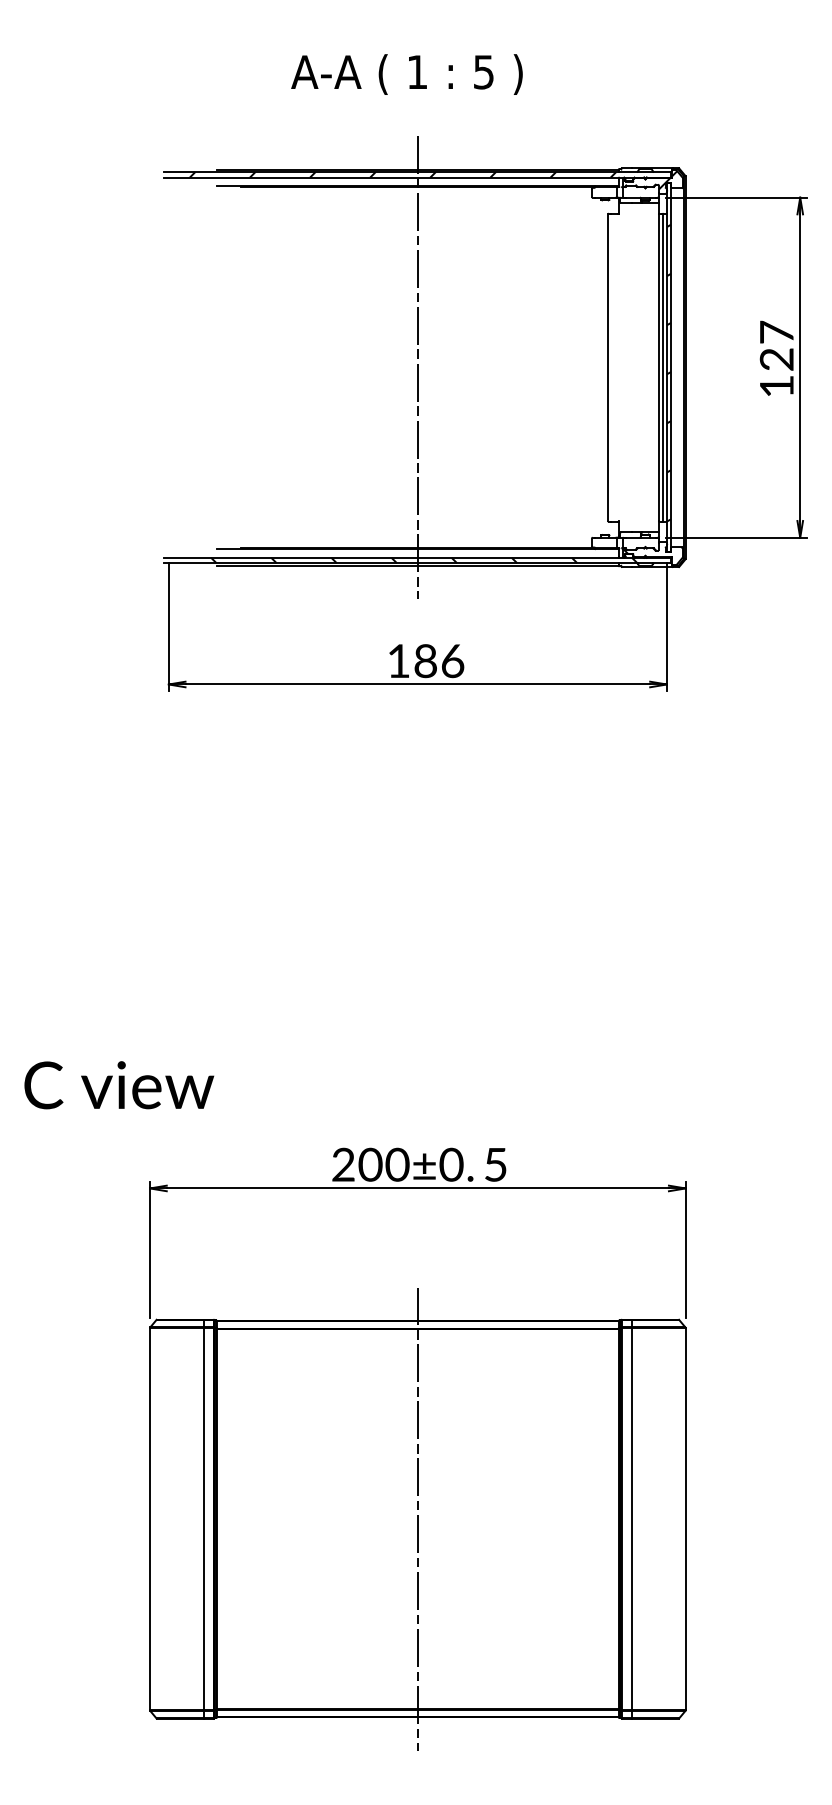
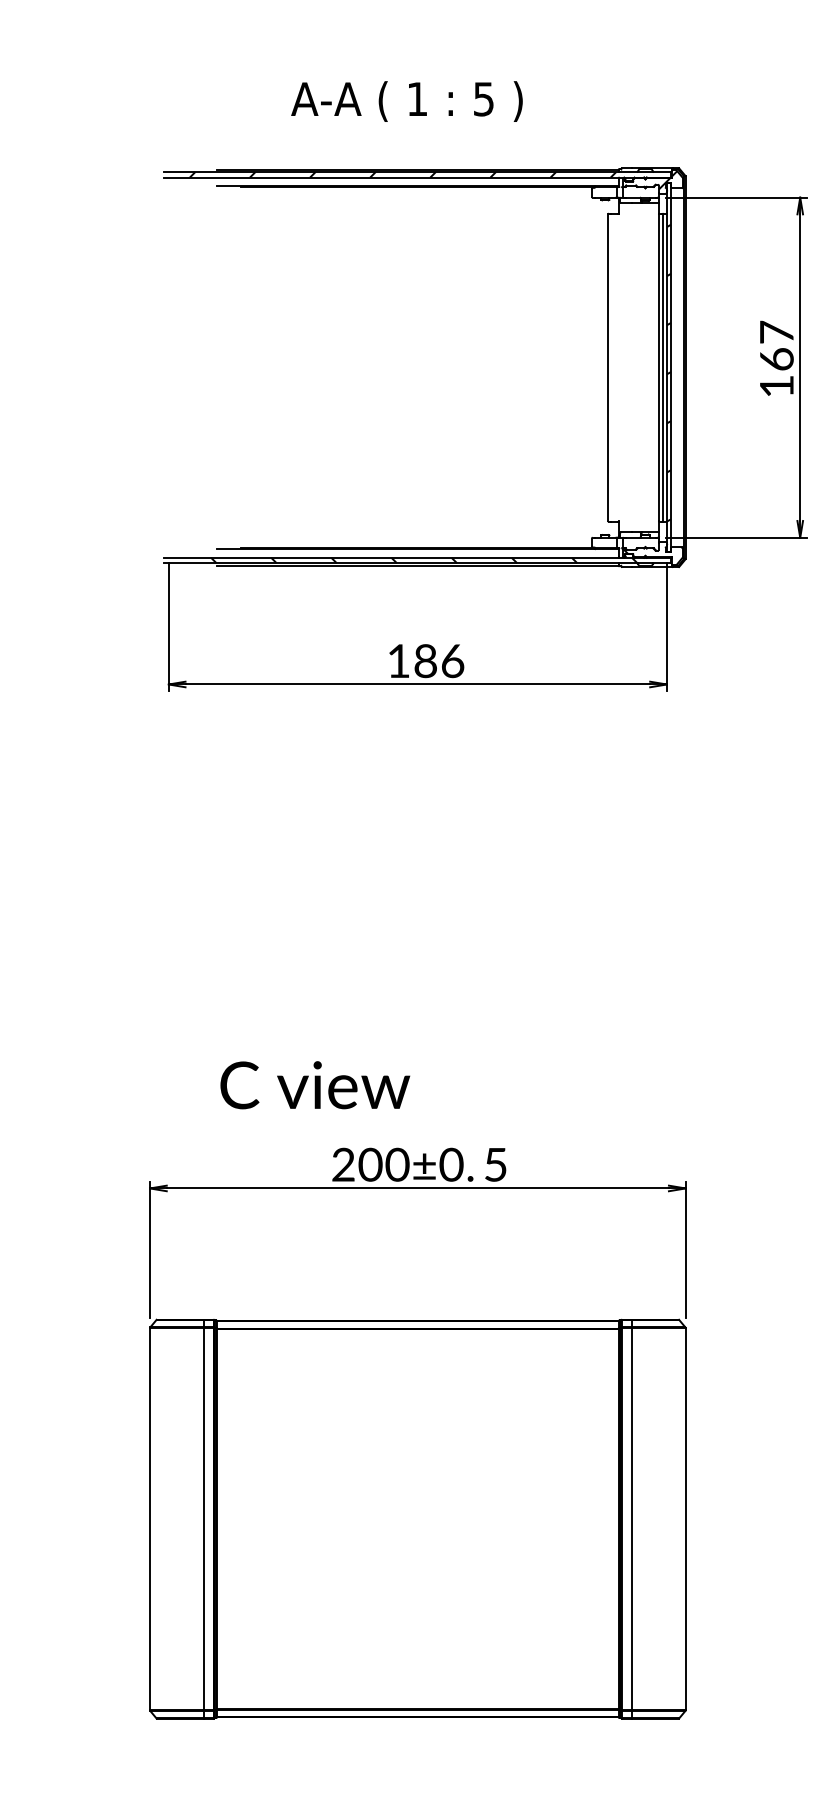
text at (406, 74) position: (406, 74) -> (406, 101)
text at (776, 359): 127 -> 167
line at (417, 367): present -> none
text at (119, 1085) position: (119, 1085) -> (315, 1085)
line at (417, 1518): present -> none
